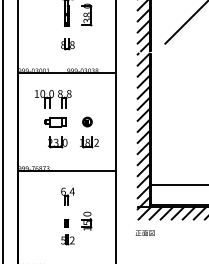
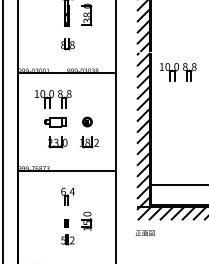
line at (185, 23): present -> none
part at (178, 72): none -> present
